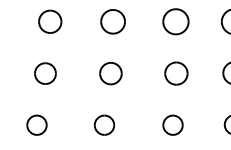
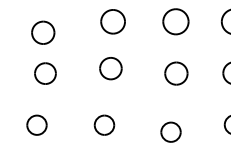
part at (50, 21) position: (50, 21) -> (43, 32)
part at (110, 73) position: (110, 73) -> (110, 68)
part at (172, 124) position: (172, 124) -> (170, 131)
